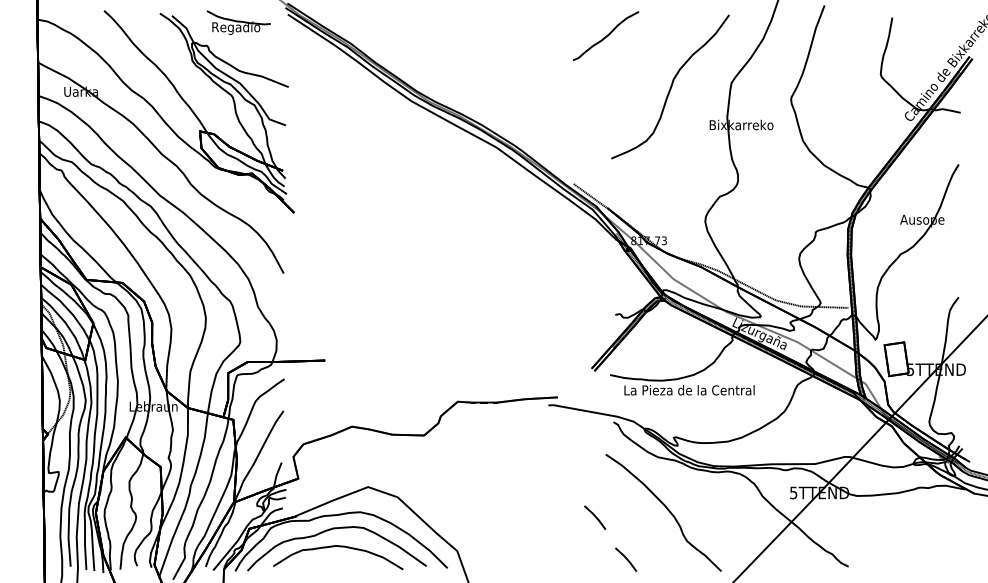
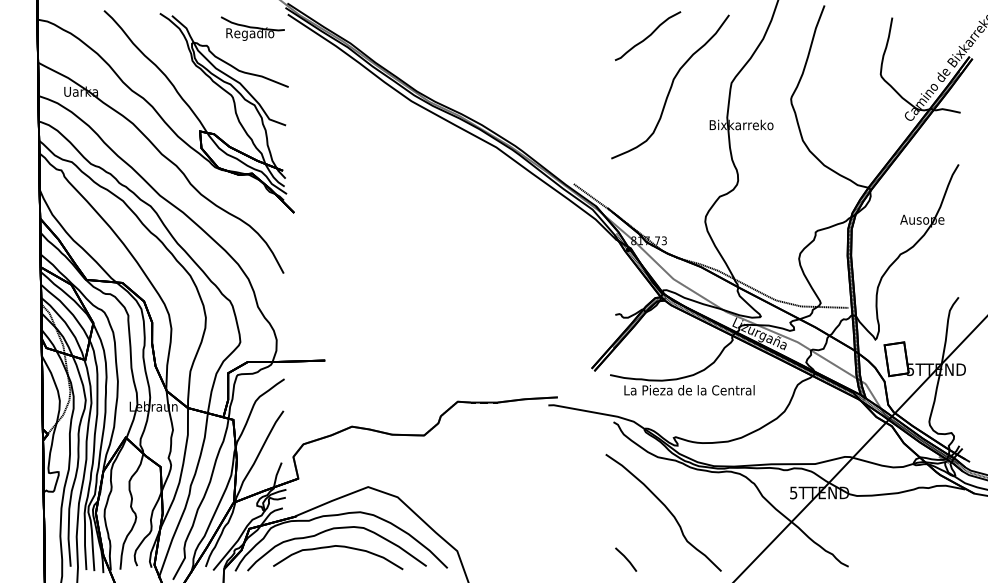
part at (238, 22) position: (238, 22) -> (252, 28)
curve at (606, 35) position: (606, 35) -> (648, 35)
line at (595, 517): present -> none
